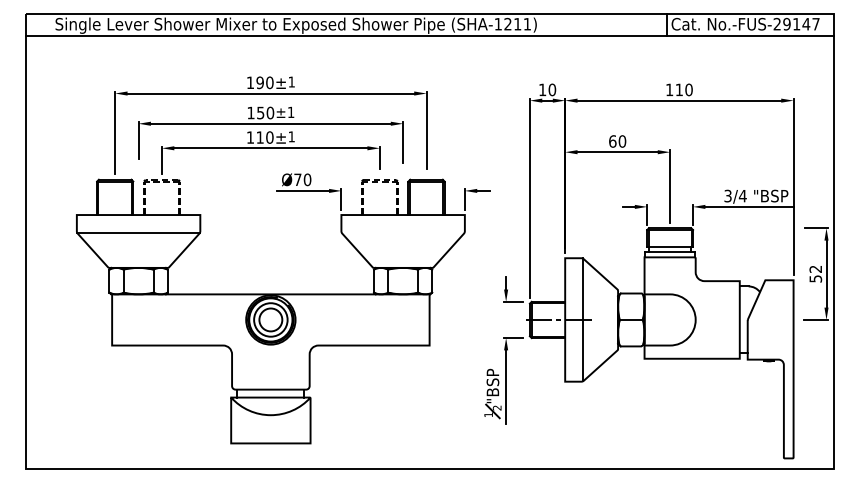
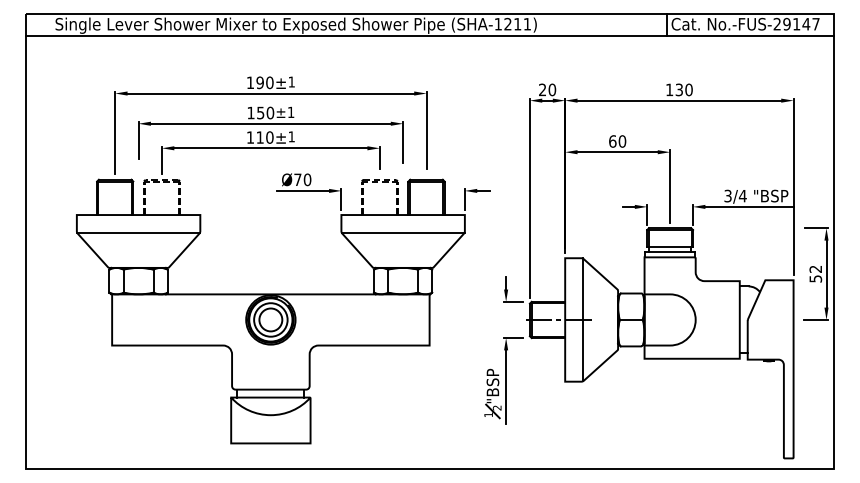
text at (542, 89): 10 -> 20
text at (678, 89): 110 -> 130
line at (402, 232): none -> present
